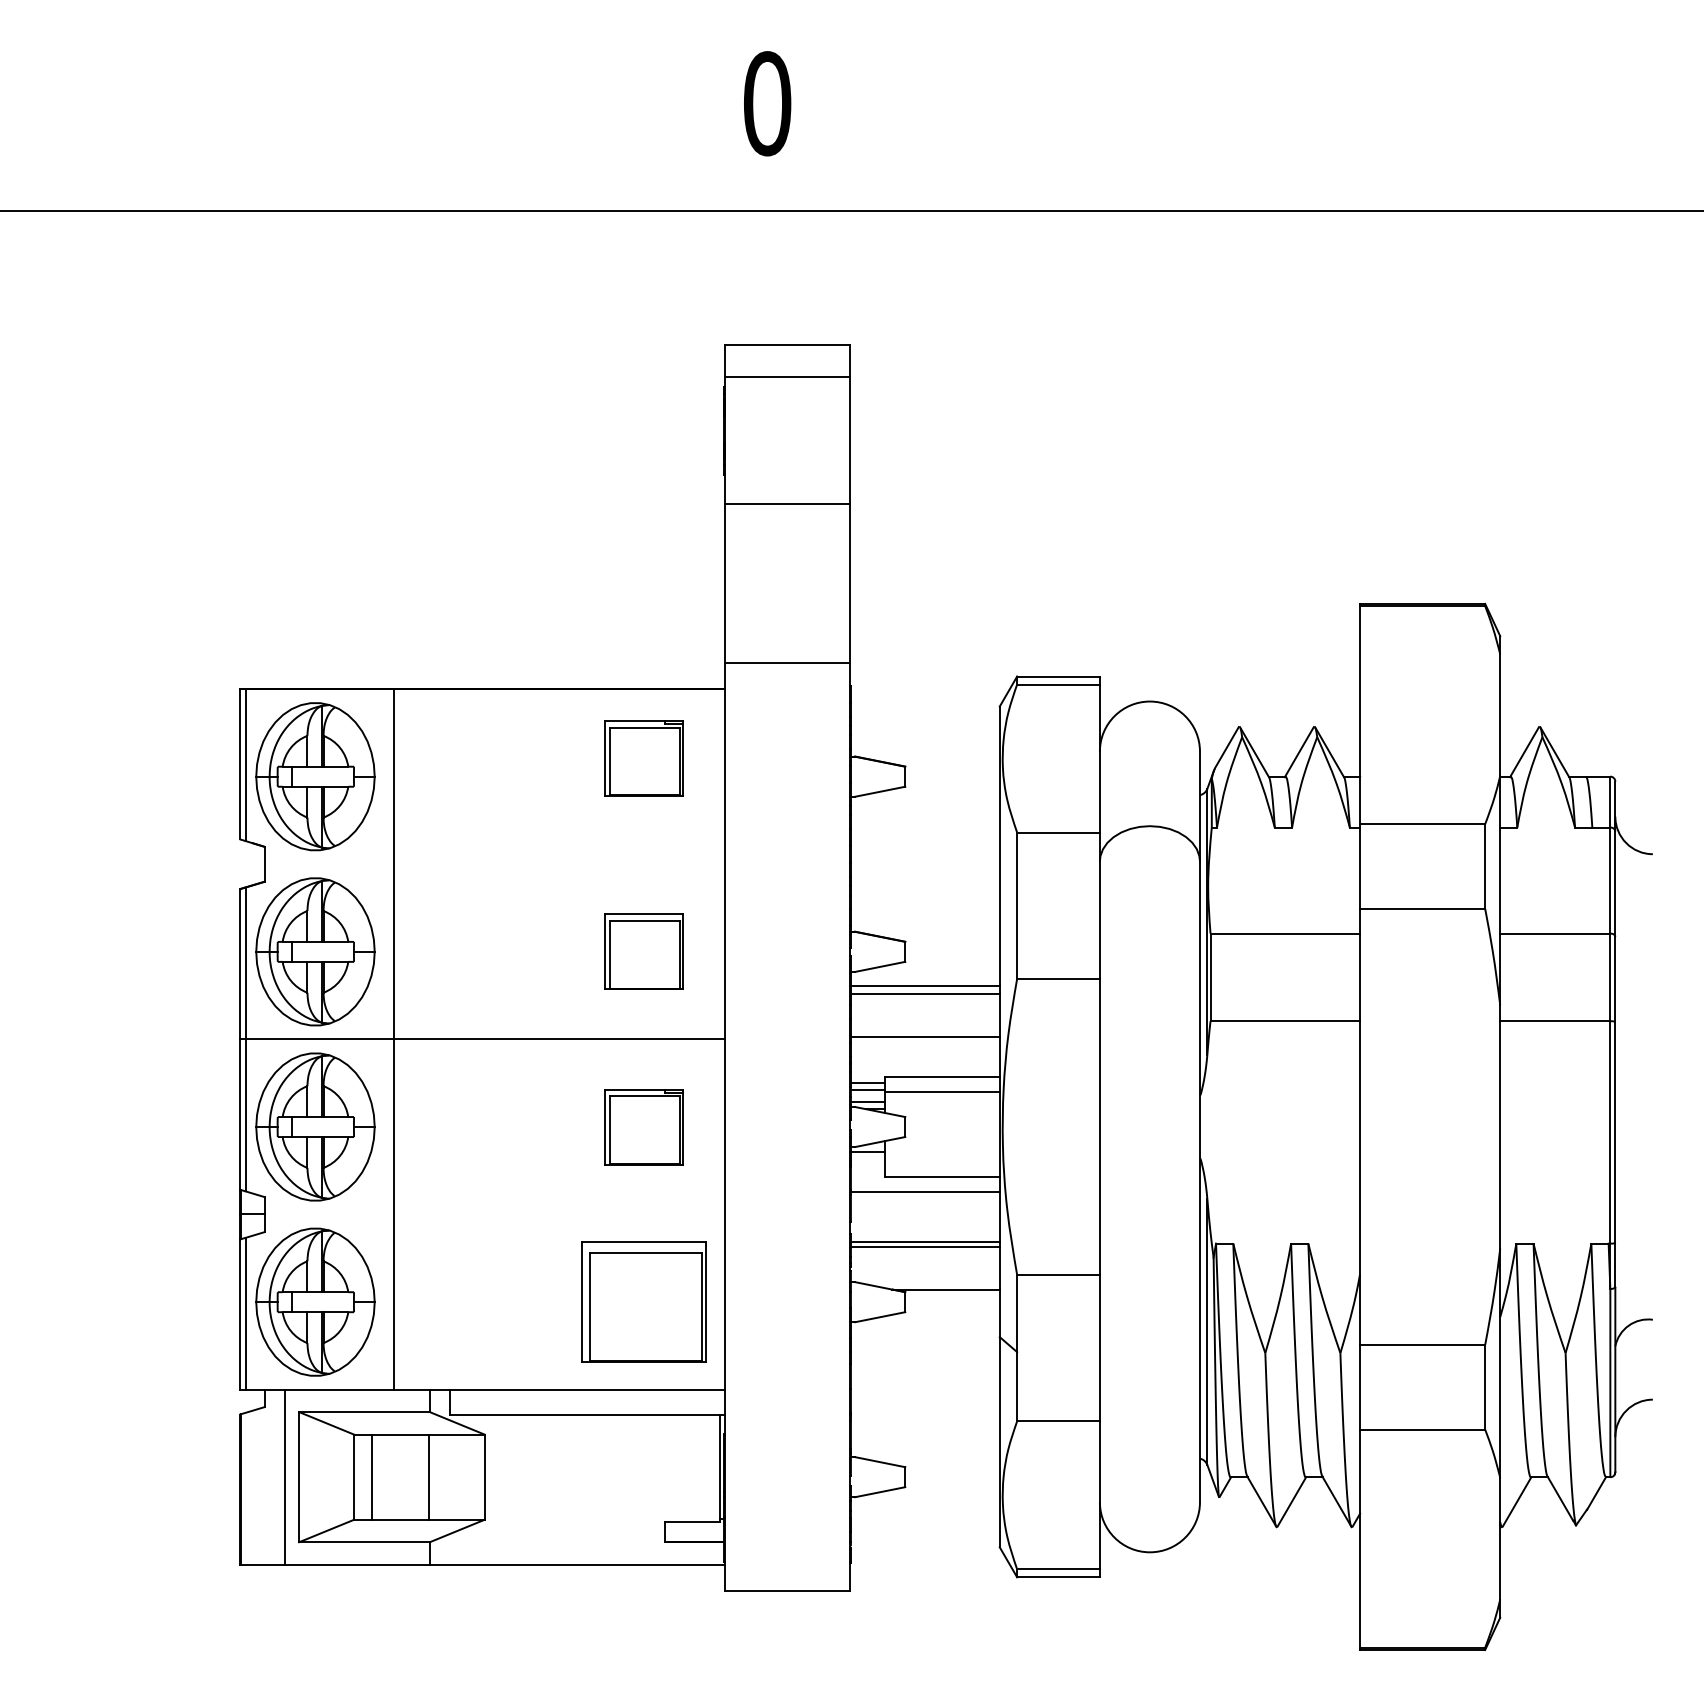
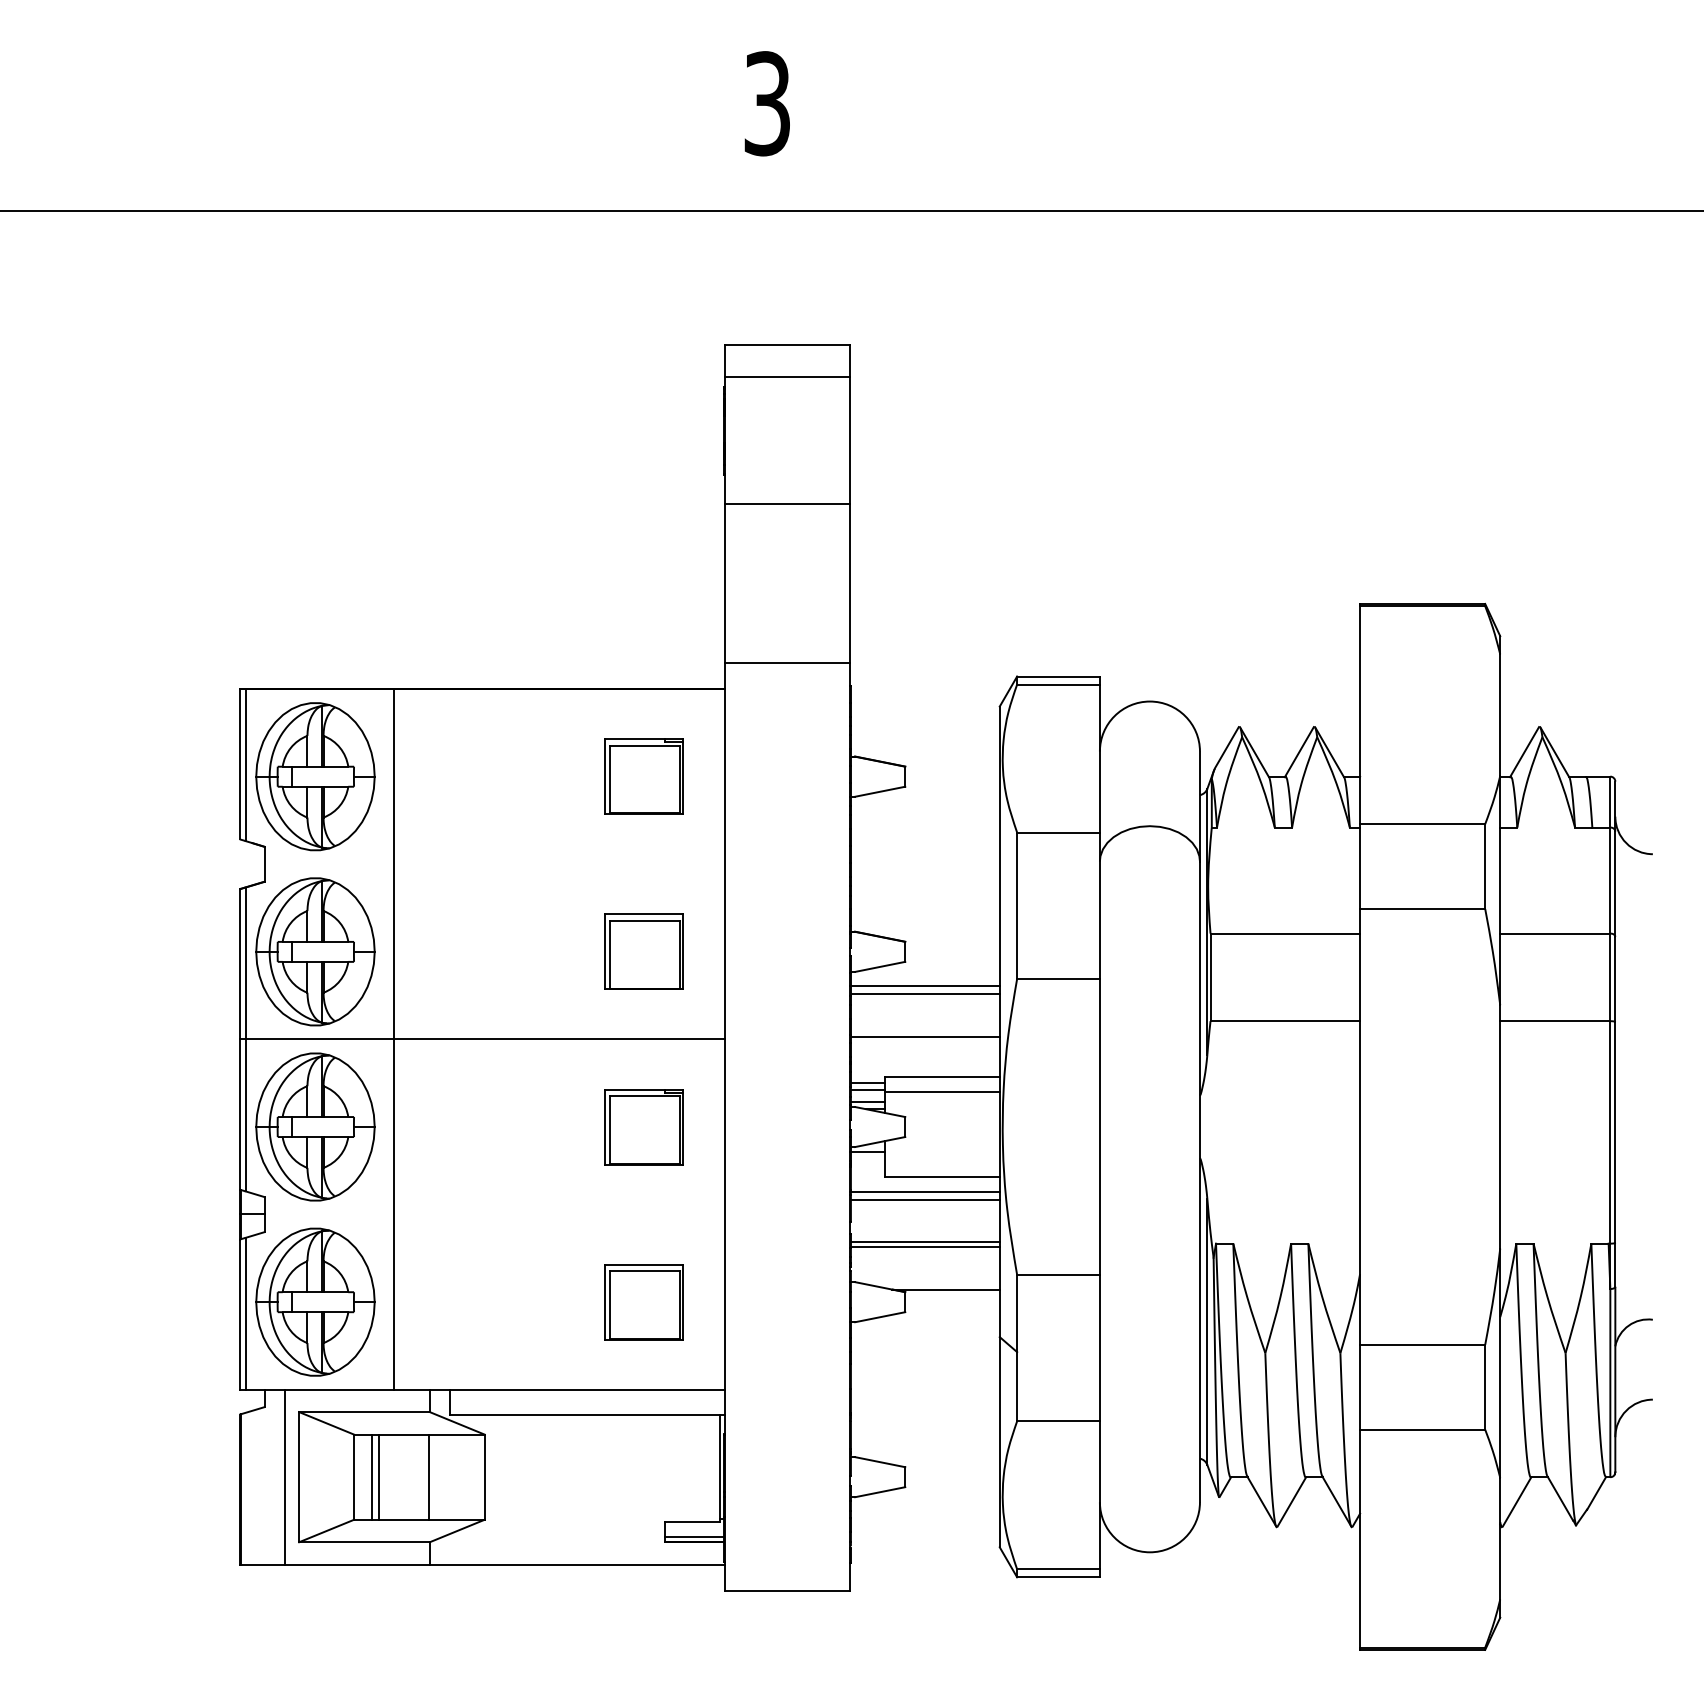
text at (767, 103): 0 -> 3
part at (643, 758) position: (643, 758) -> (643, 776)
line at (924, 1199): none -> present
part at (643, 1301) size: 126x122 px -> 80x77 px
line at (378, 1476): none -> present
line at (694, 1536): none -> present
